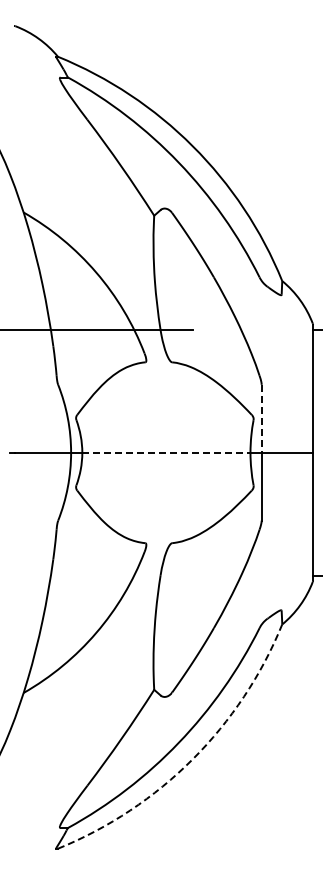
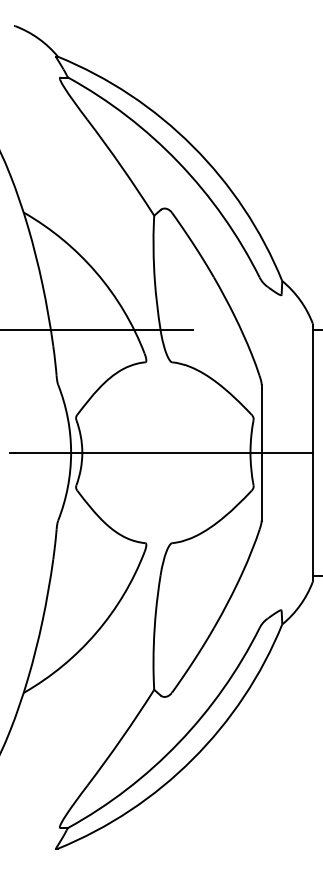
line at (261, 418): dashed -> solid
line at (166, 452): dashed -> solid
arc at (192, 759): dashed -> solid
